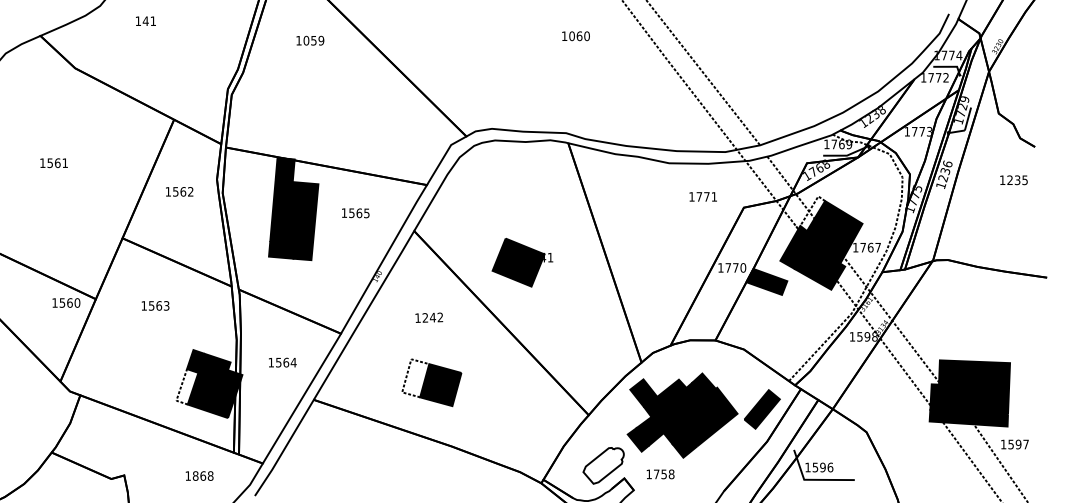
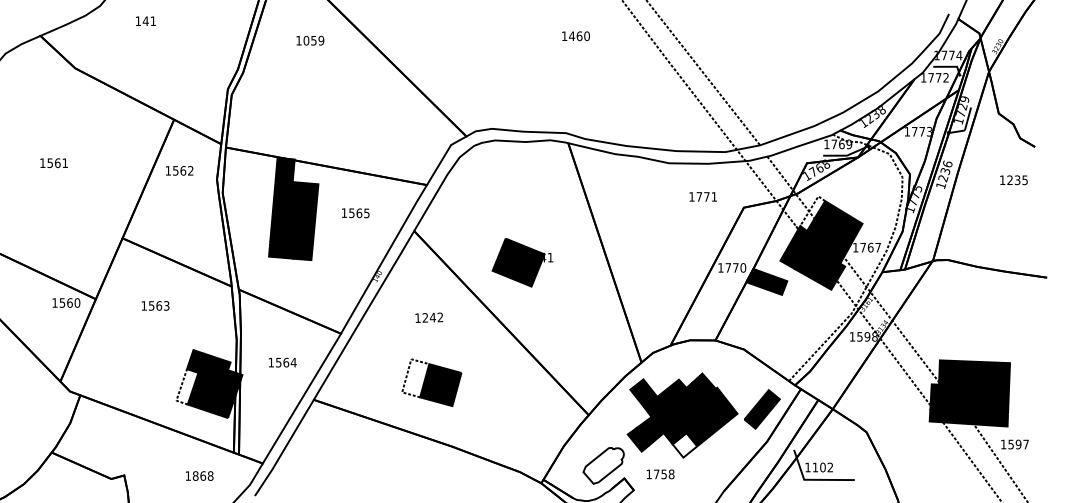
text at (572, 36): 1060 -> 1460
text at (179, 191) position: (179, 191) -> (179, 170)
fill at (684, 445): present -> none
text at (822, 467): 1596 -> 1102
